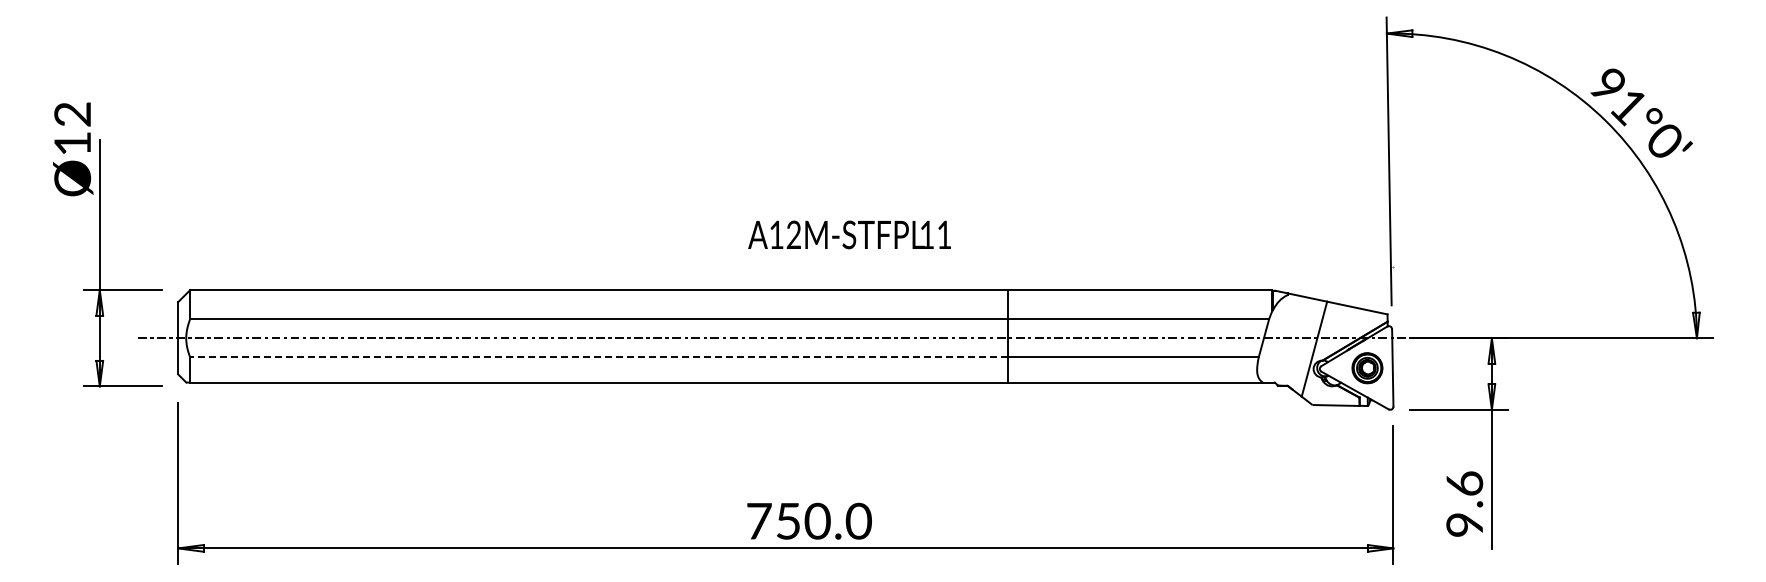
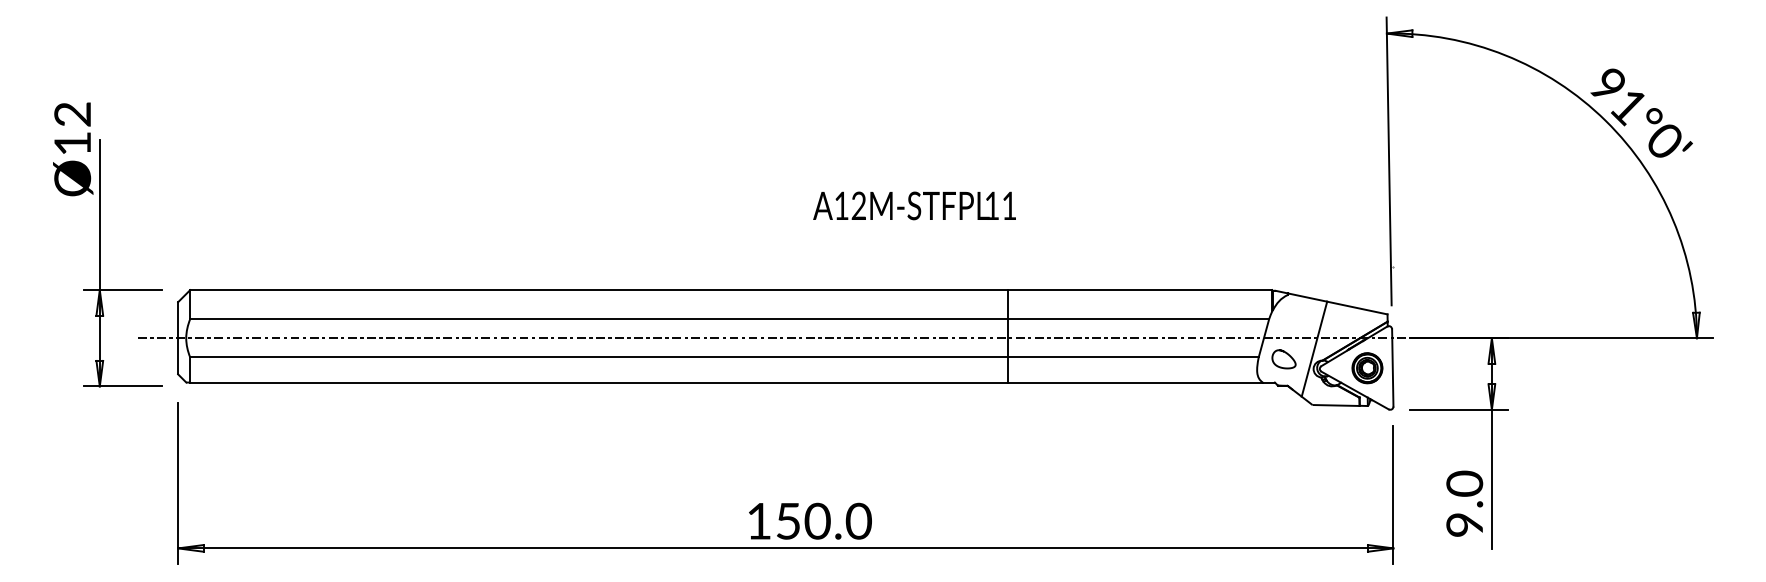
text at (849, 234) position: (849, 234) -> (914, 205)
curve at (1286, 354): none -> present
line at (598, 357): dashed -> solid
text at (1464, 483): 9.6 -> 9.0
text at (759, 521): 750.0 -> 150.0
